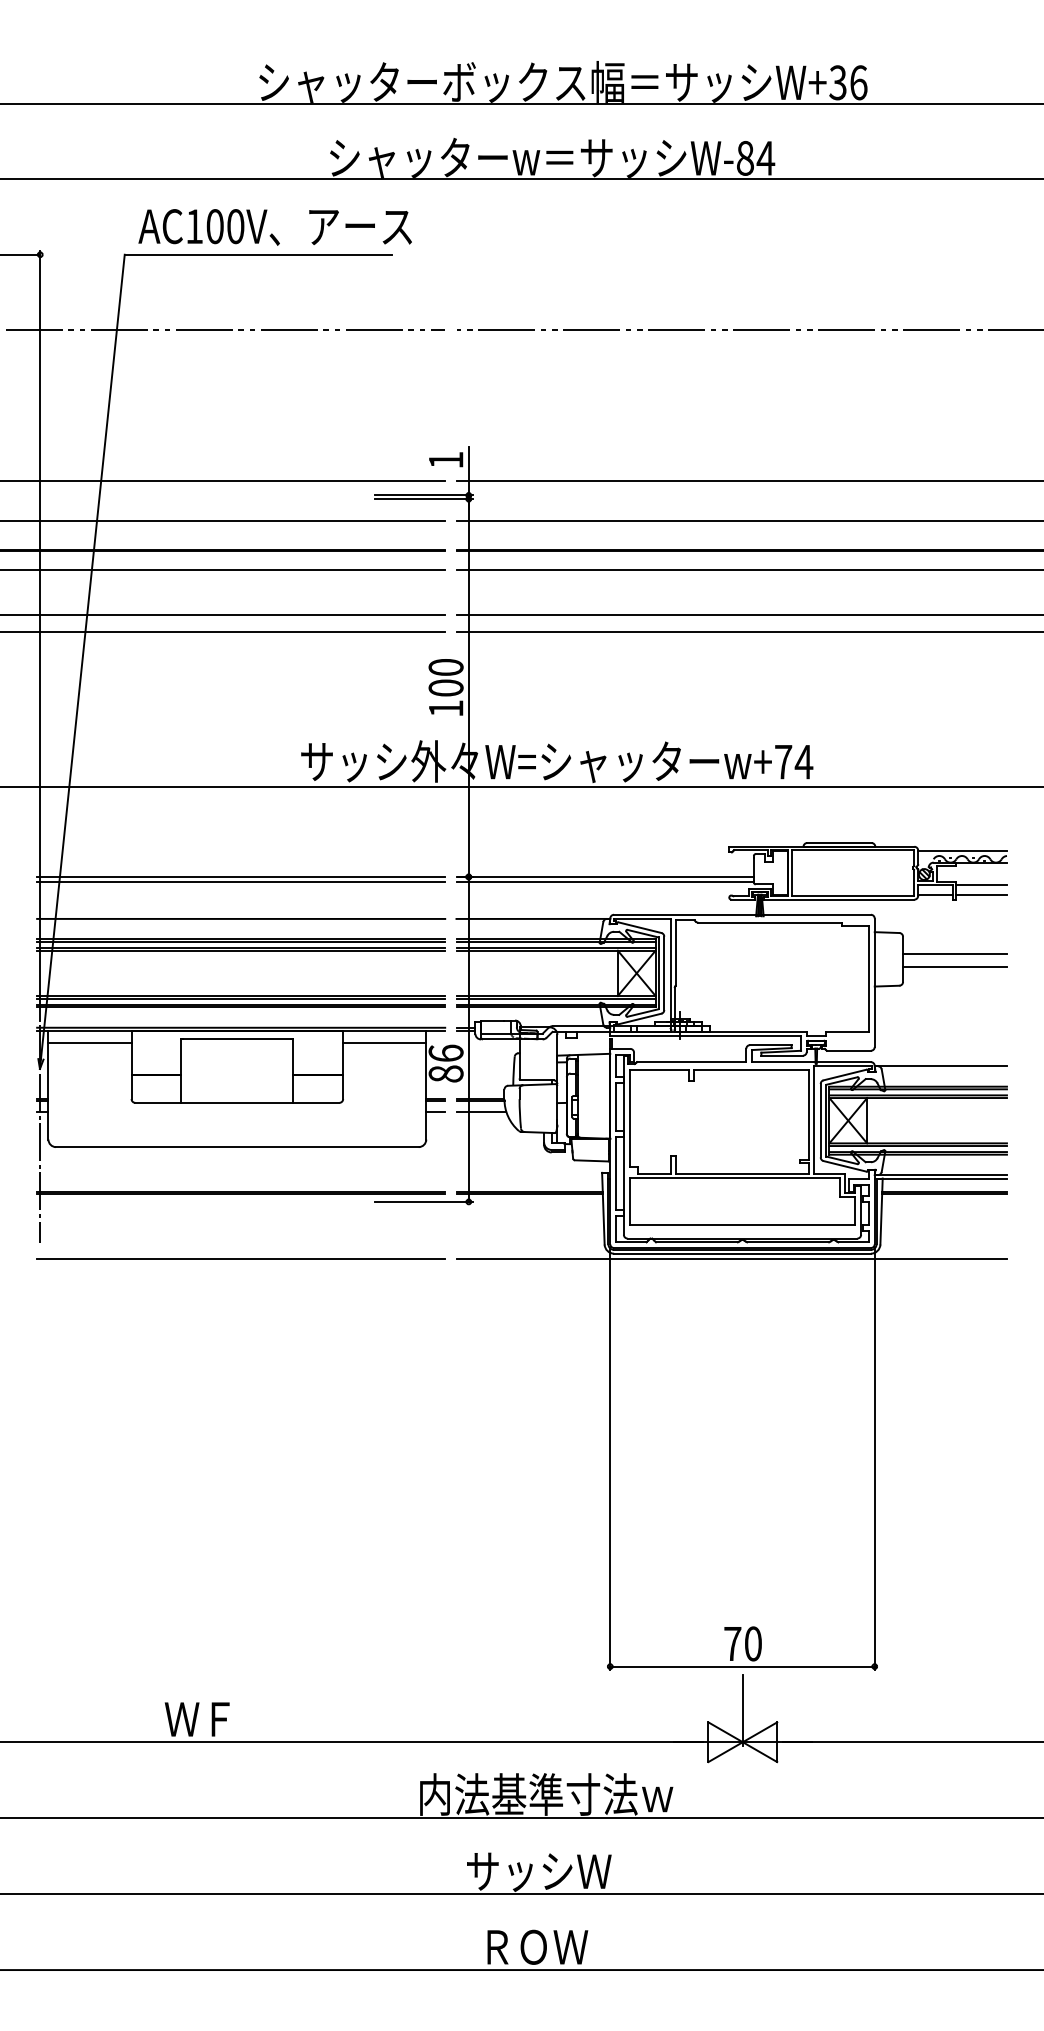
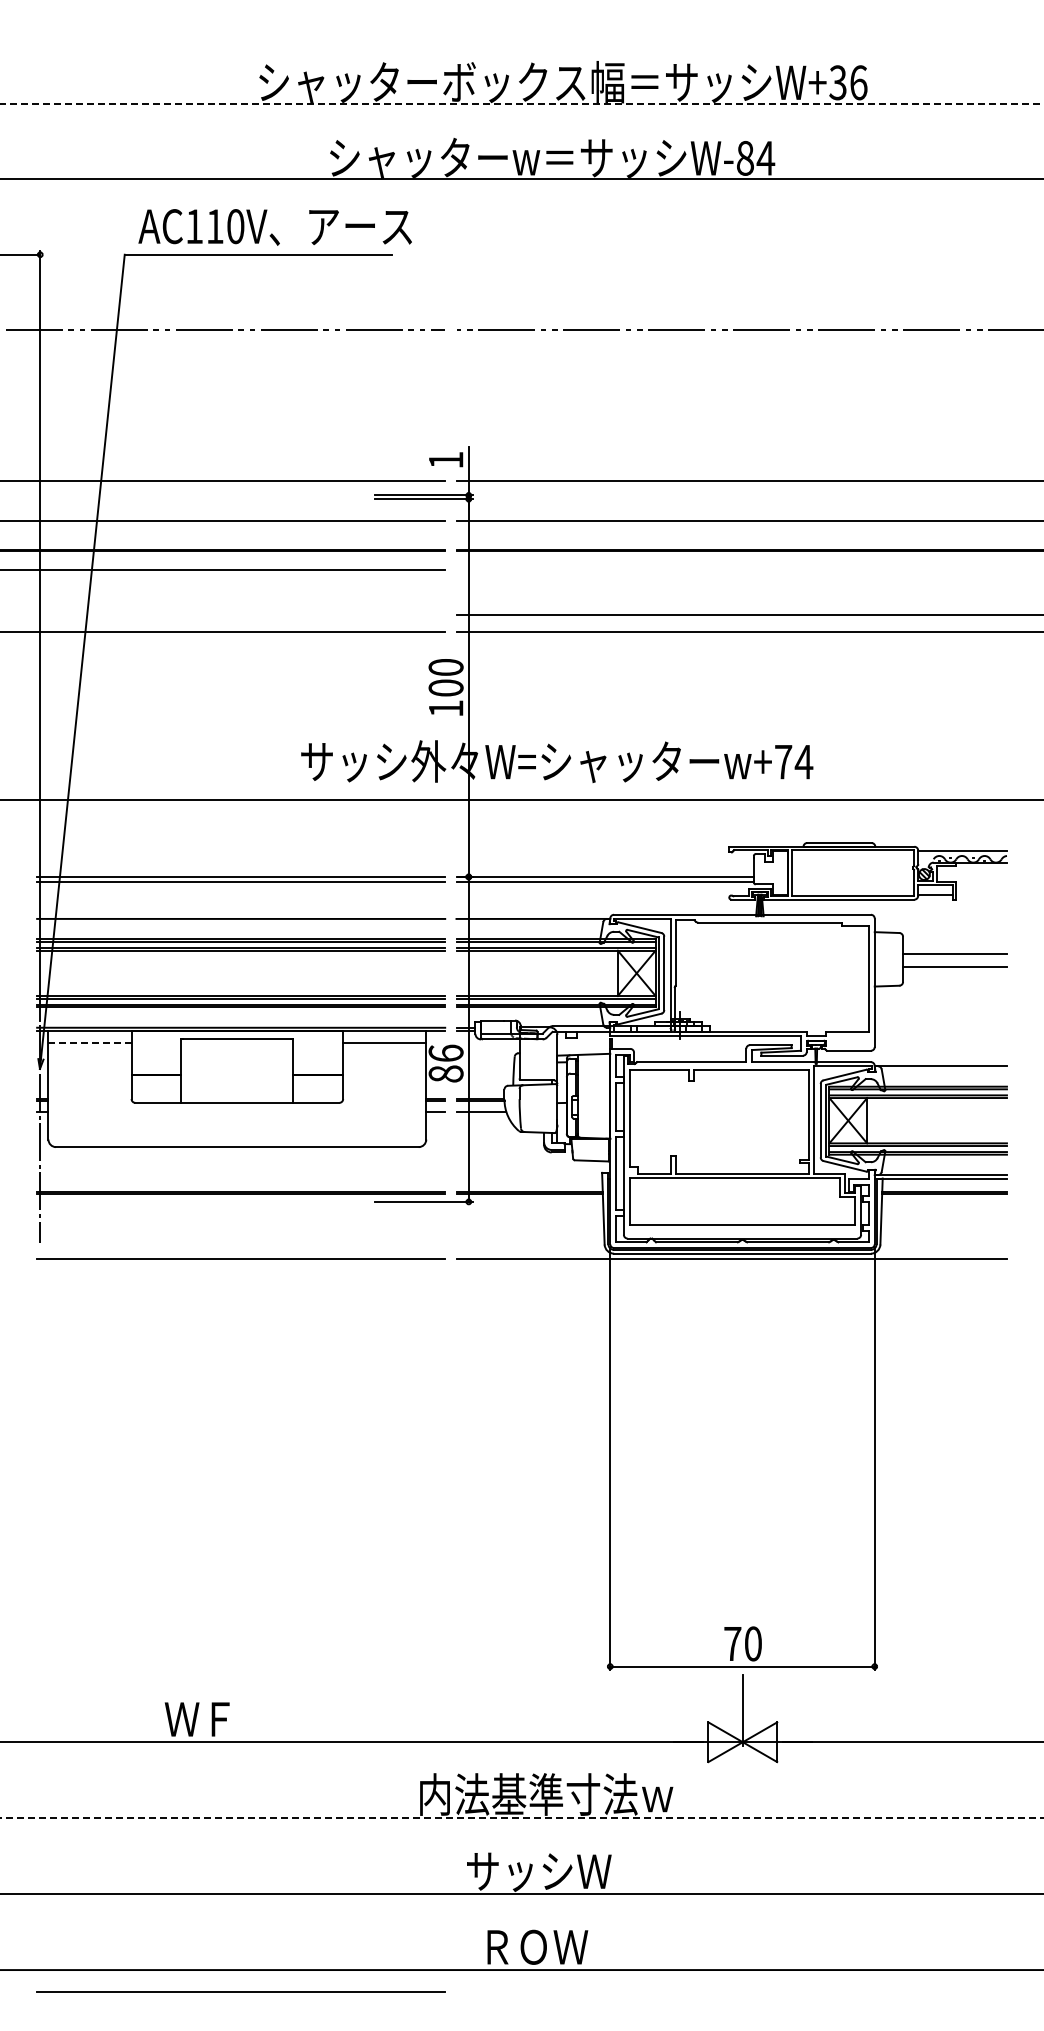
line at (522, 103): solid -> dashed
text at (214, 226): AC100V -> AC110V
line at (748, 570): present -> none
line at (223, 614): present -> none
line at (521, 786) position: (521, 786) -> (521, 799)
line at (980, 884): present -> none
line at (980, 894): present -> none
line at (90, 1043): solid -> dashed
line at (522, 1817): solid -> dashed
line at (240, 1991): none -> present
